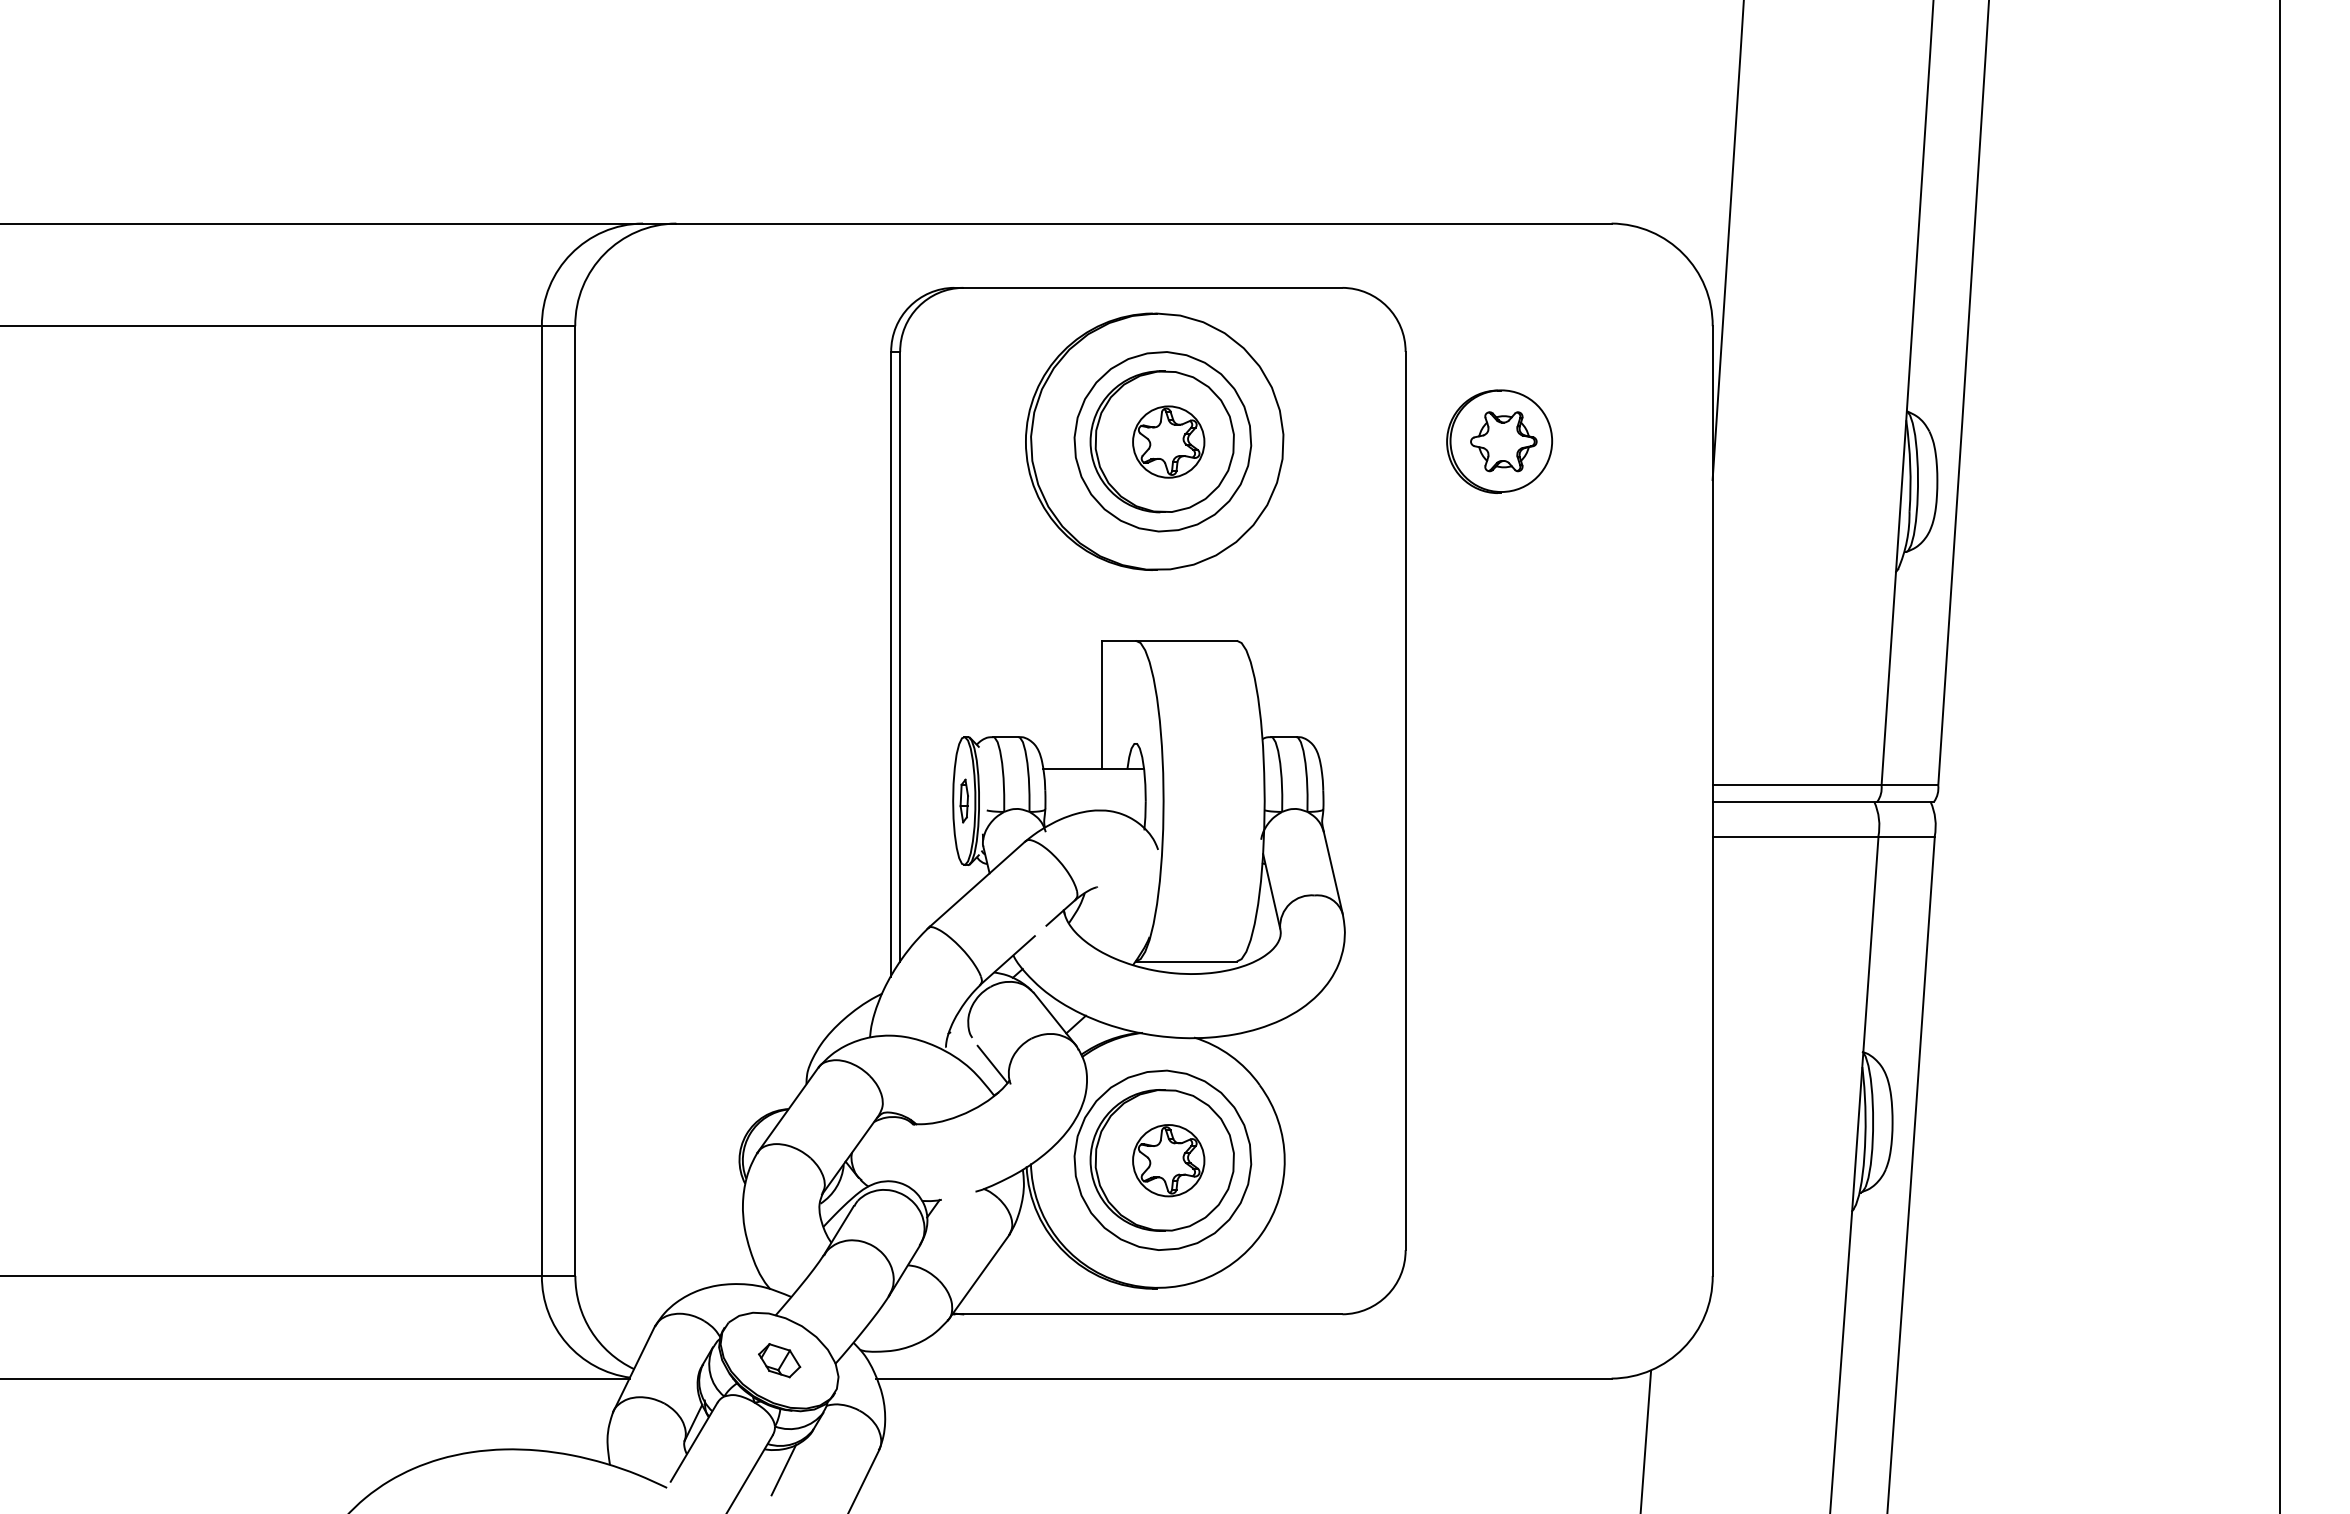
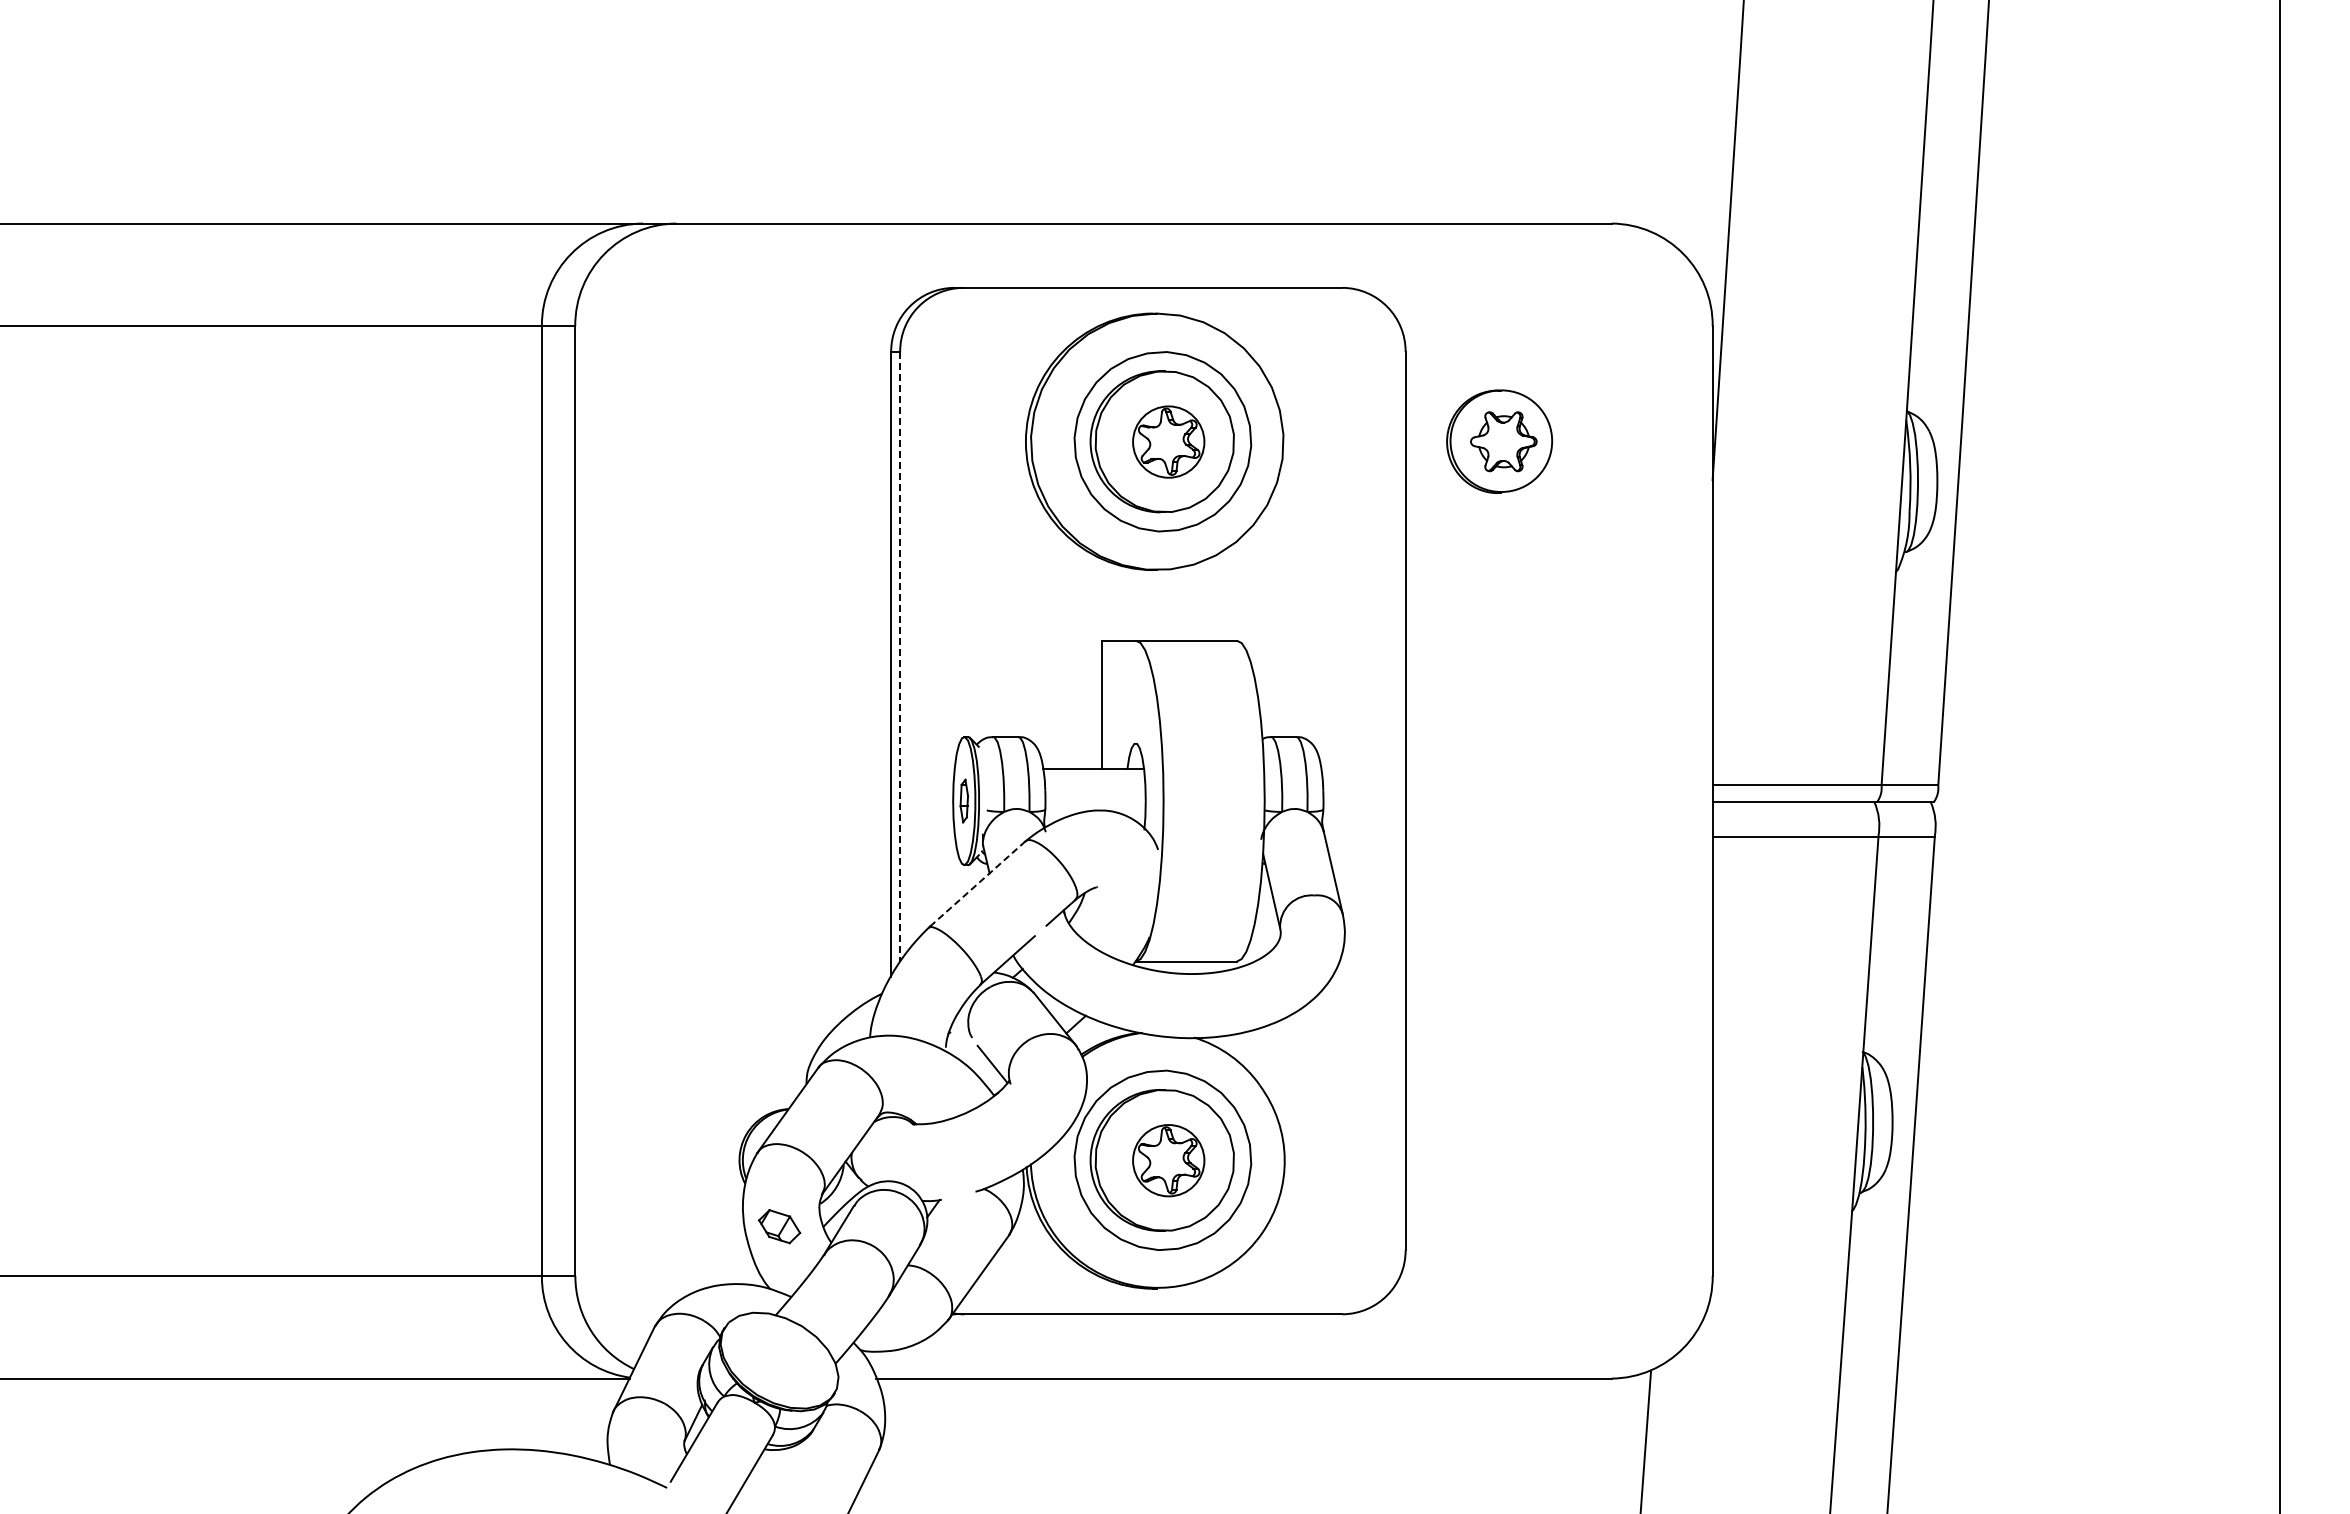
line at (900, 657): solid -> dashed
line at (976, 885): solid -> dashed
part at (779, 1360) position: (779, 1360) -> (779, 1226)
line at (783, 1470): present -> none
